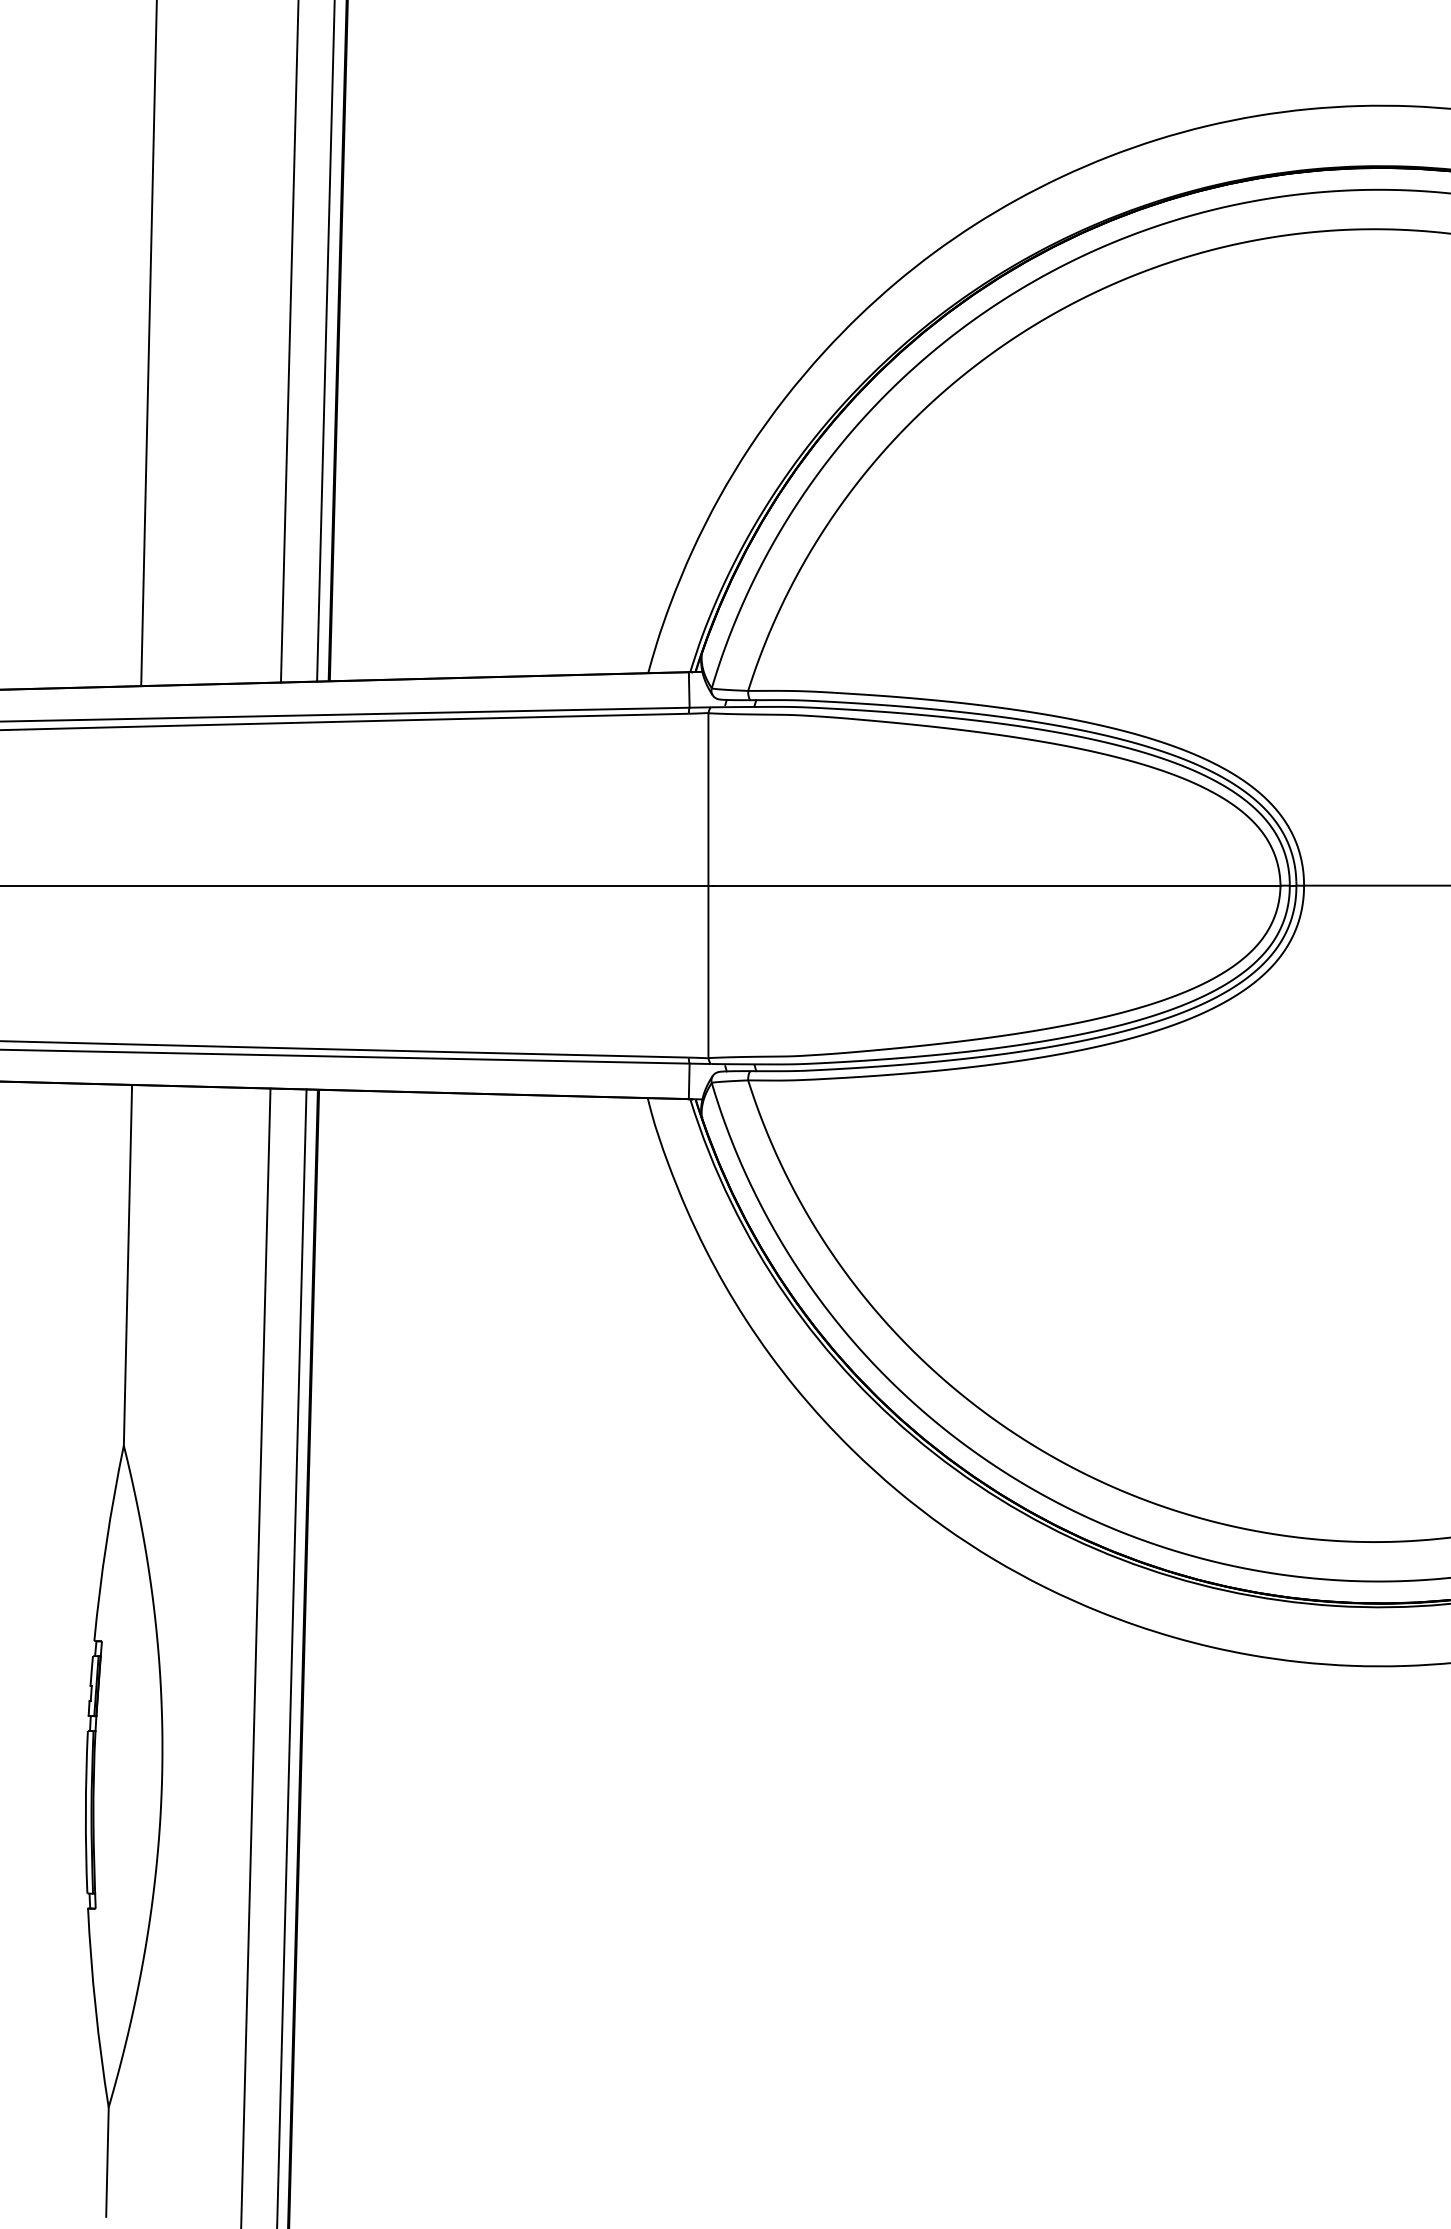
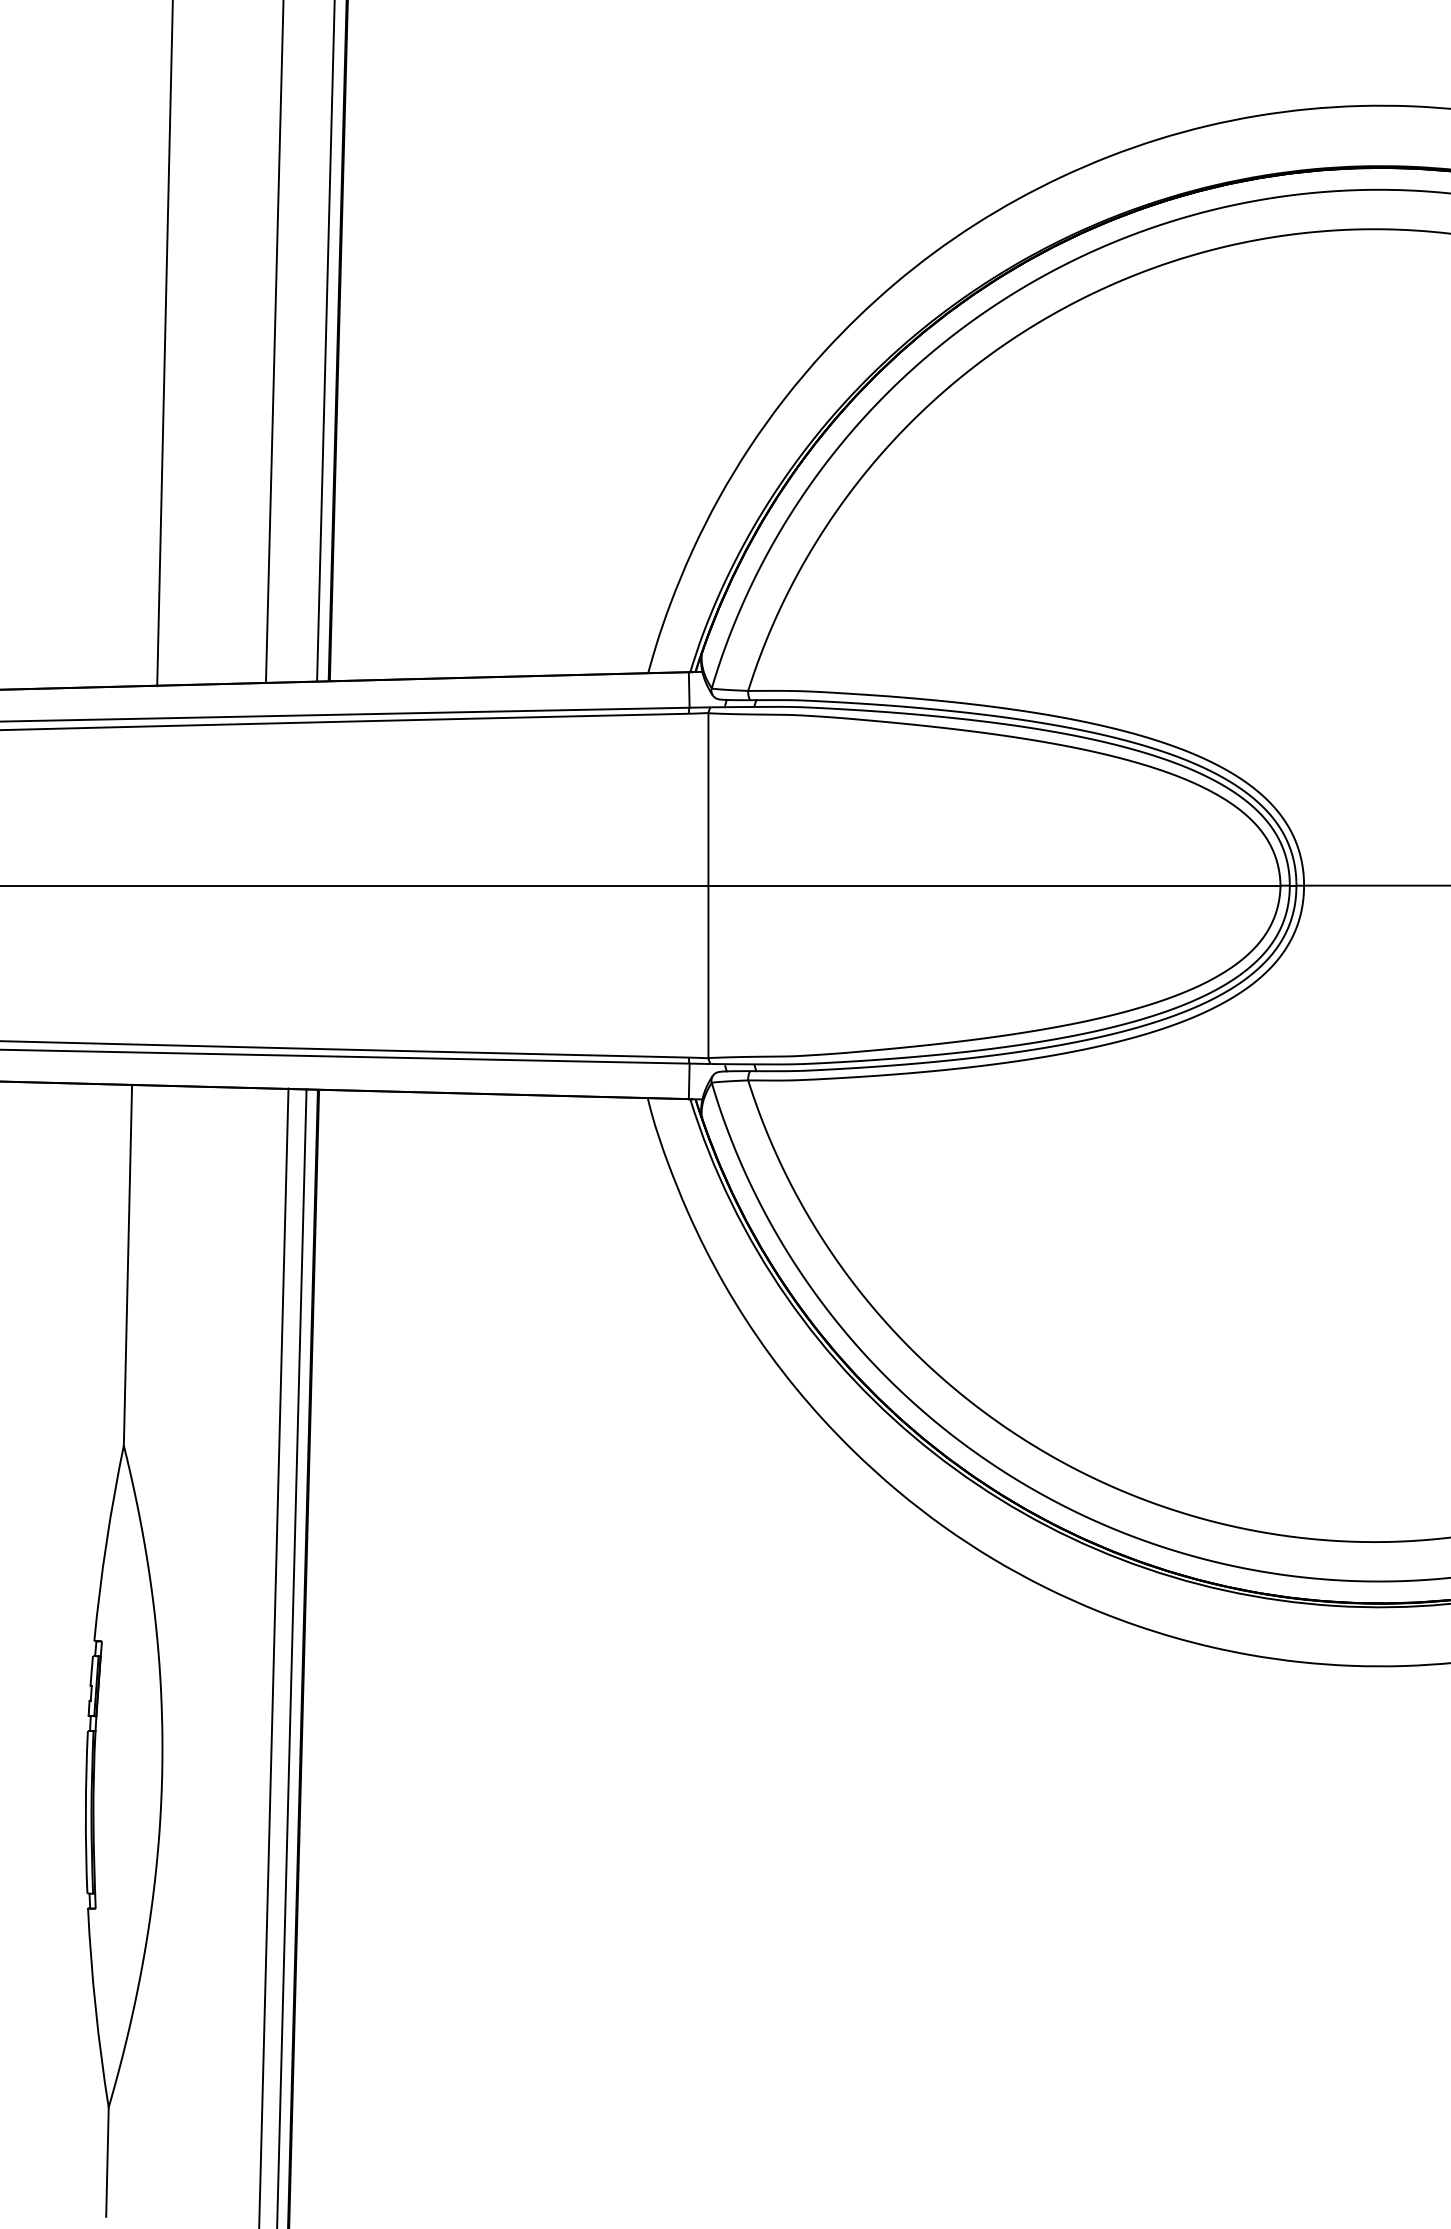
line at (289, 342) position: (289, 342) -> (274, 342)
line at (148, 344) position: (148, 344) -> (164, 344)
line at (255, 1656) position: (255, 1656) -> (273, 1656)
